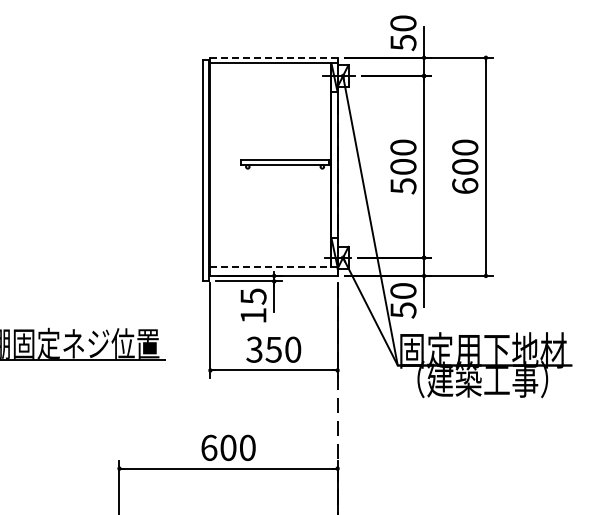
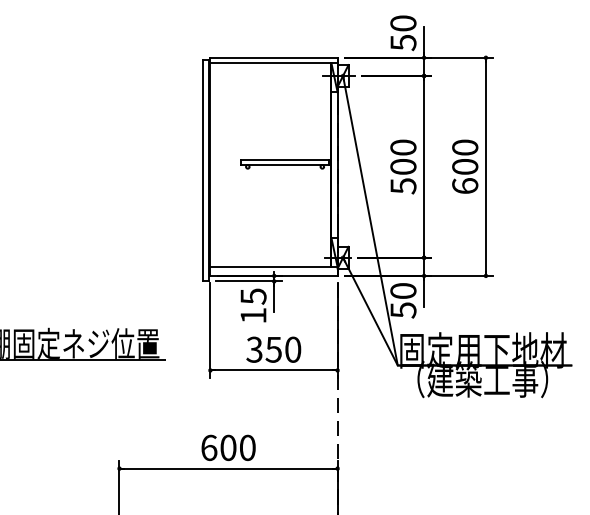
line at (274, 57): dashed -> solid
line at (274, 267): dashed -> solid
